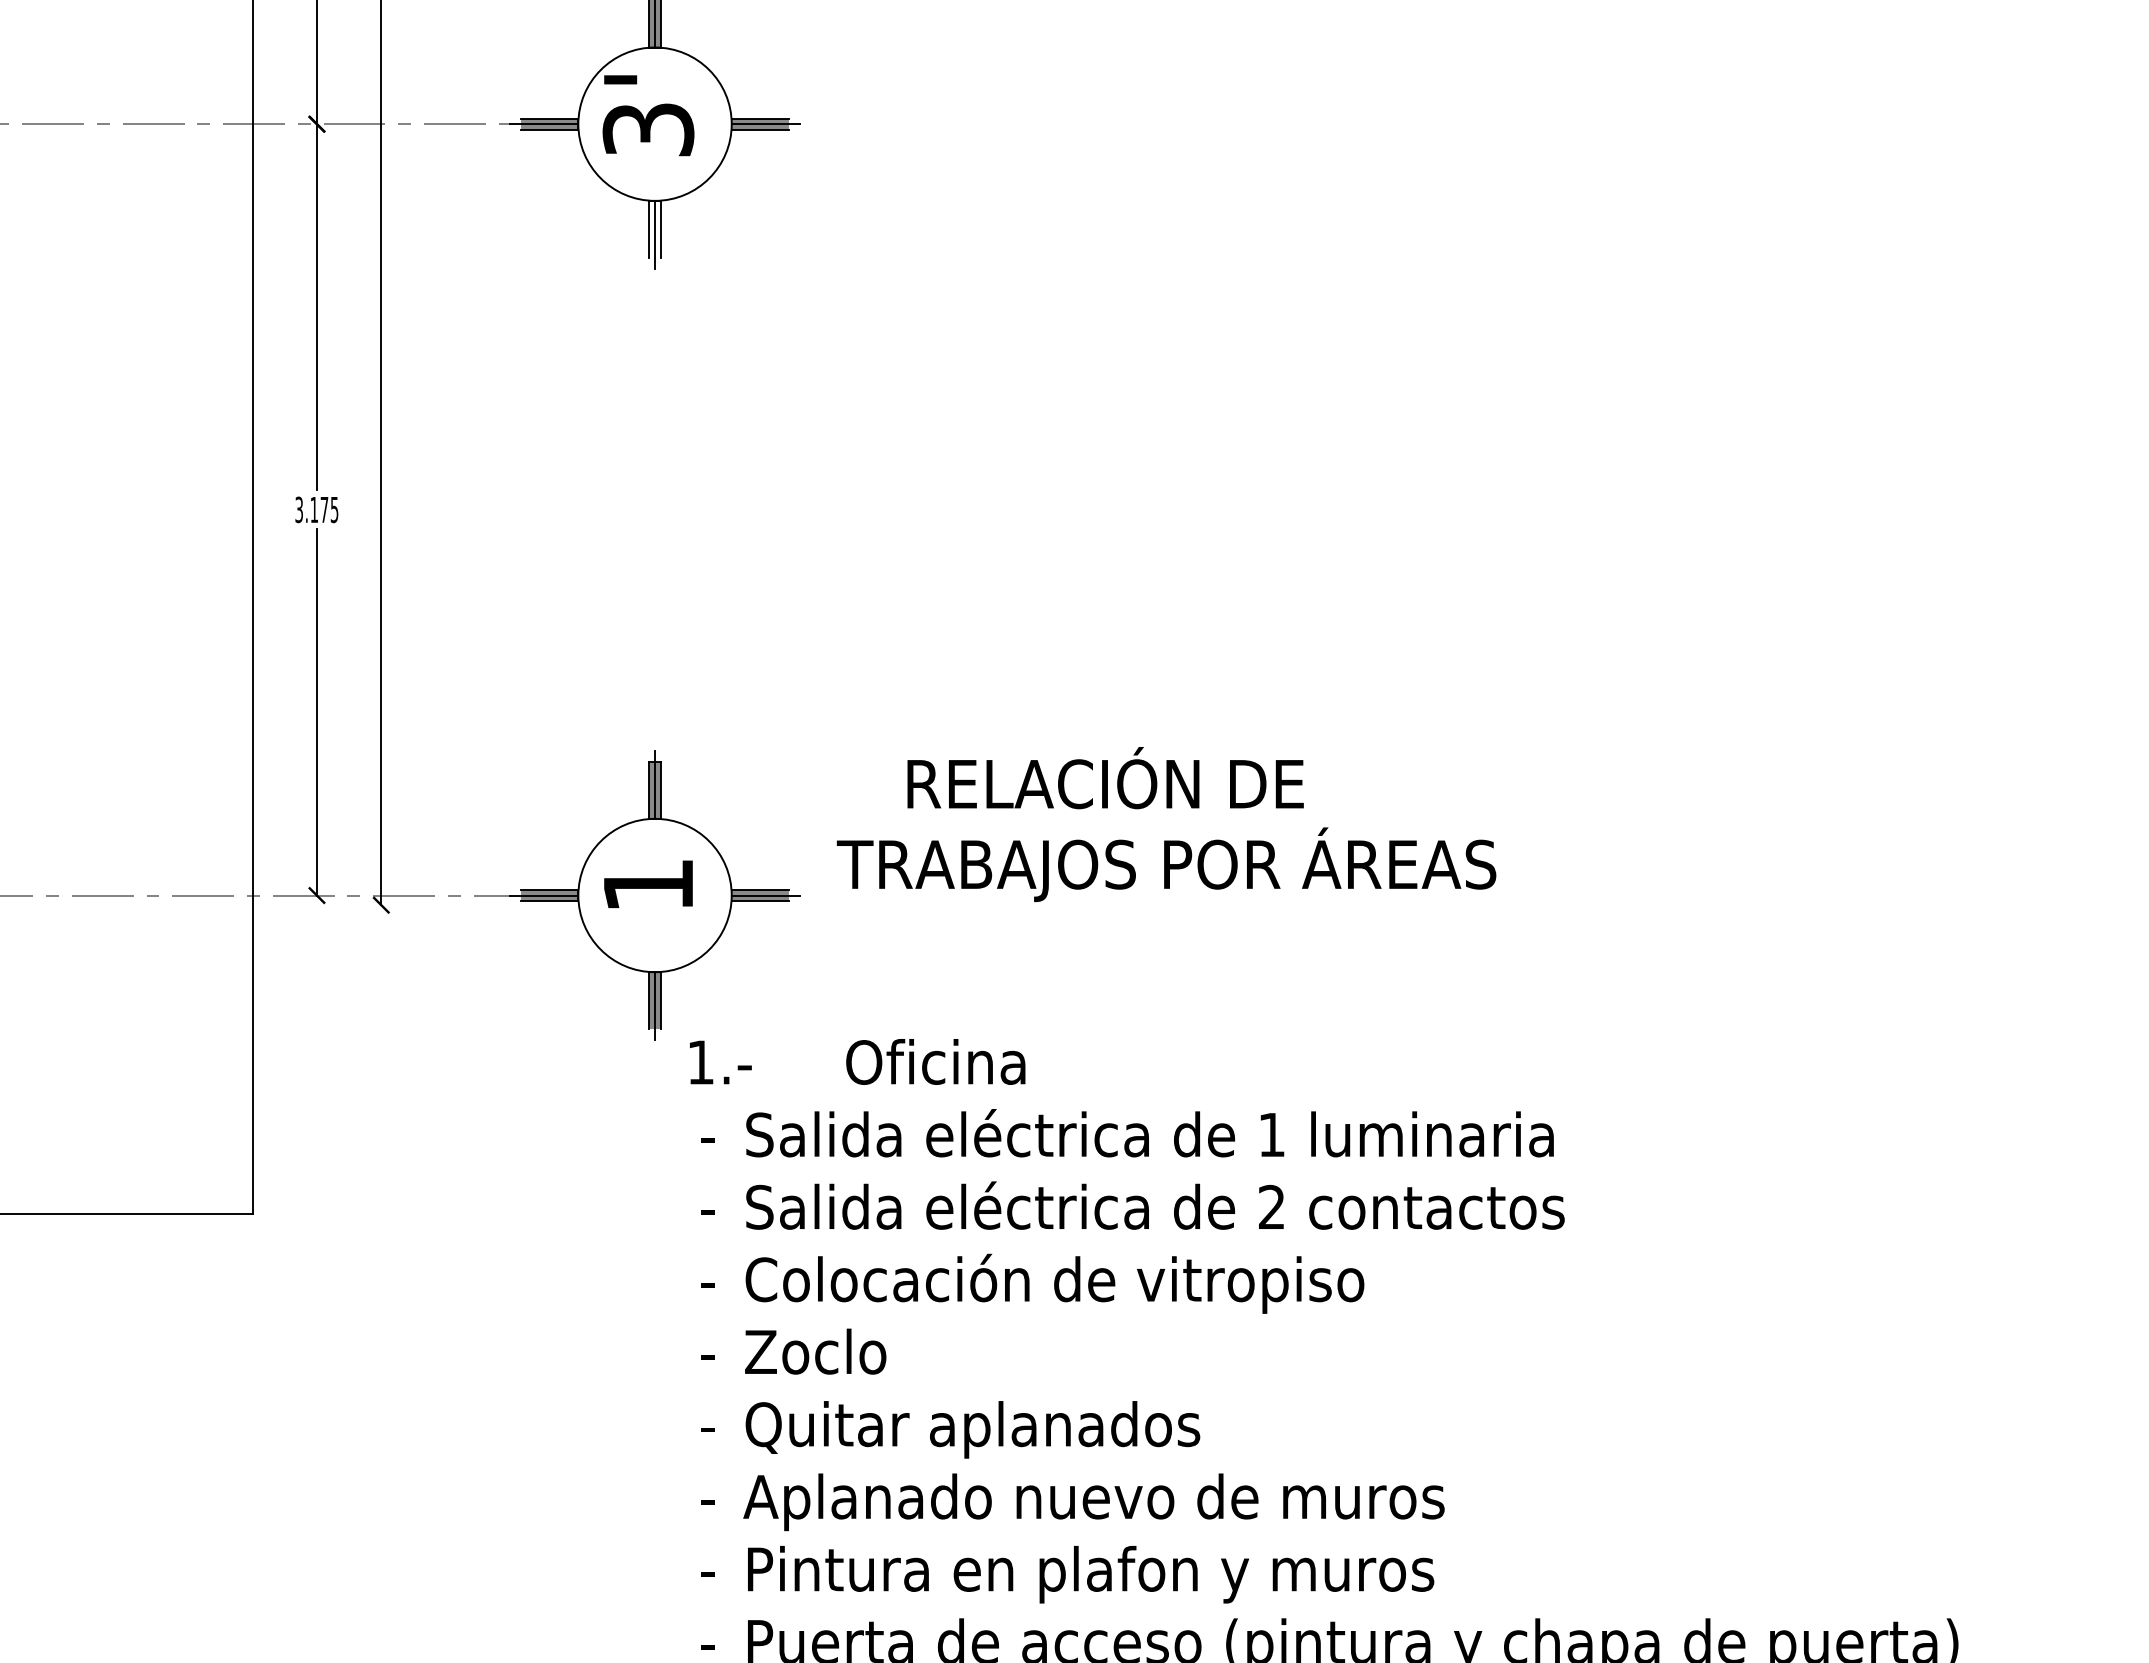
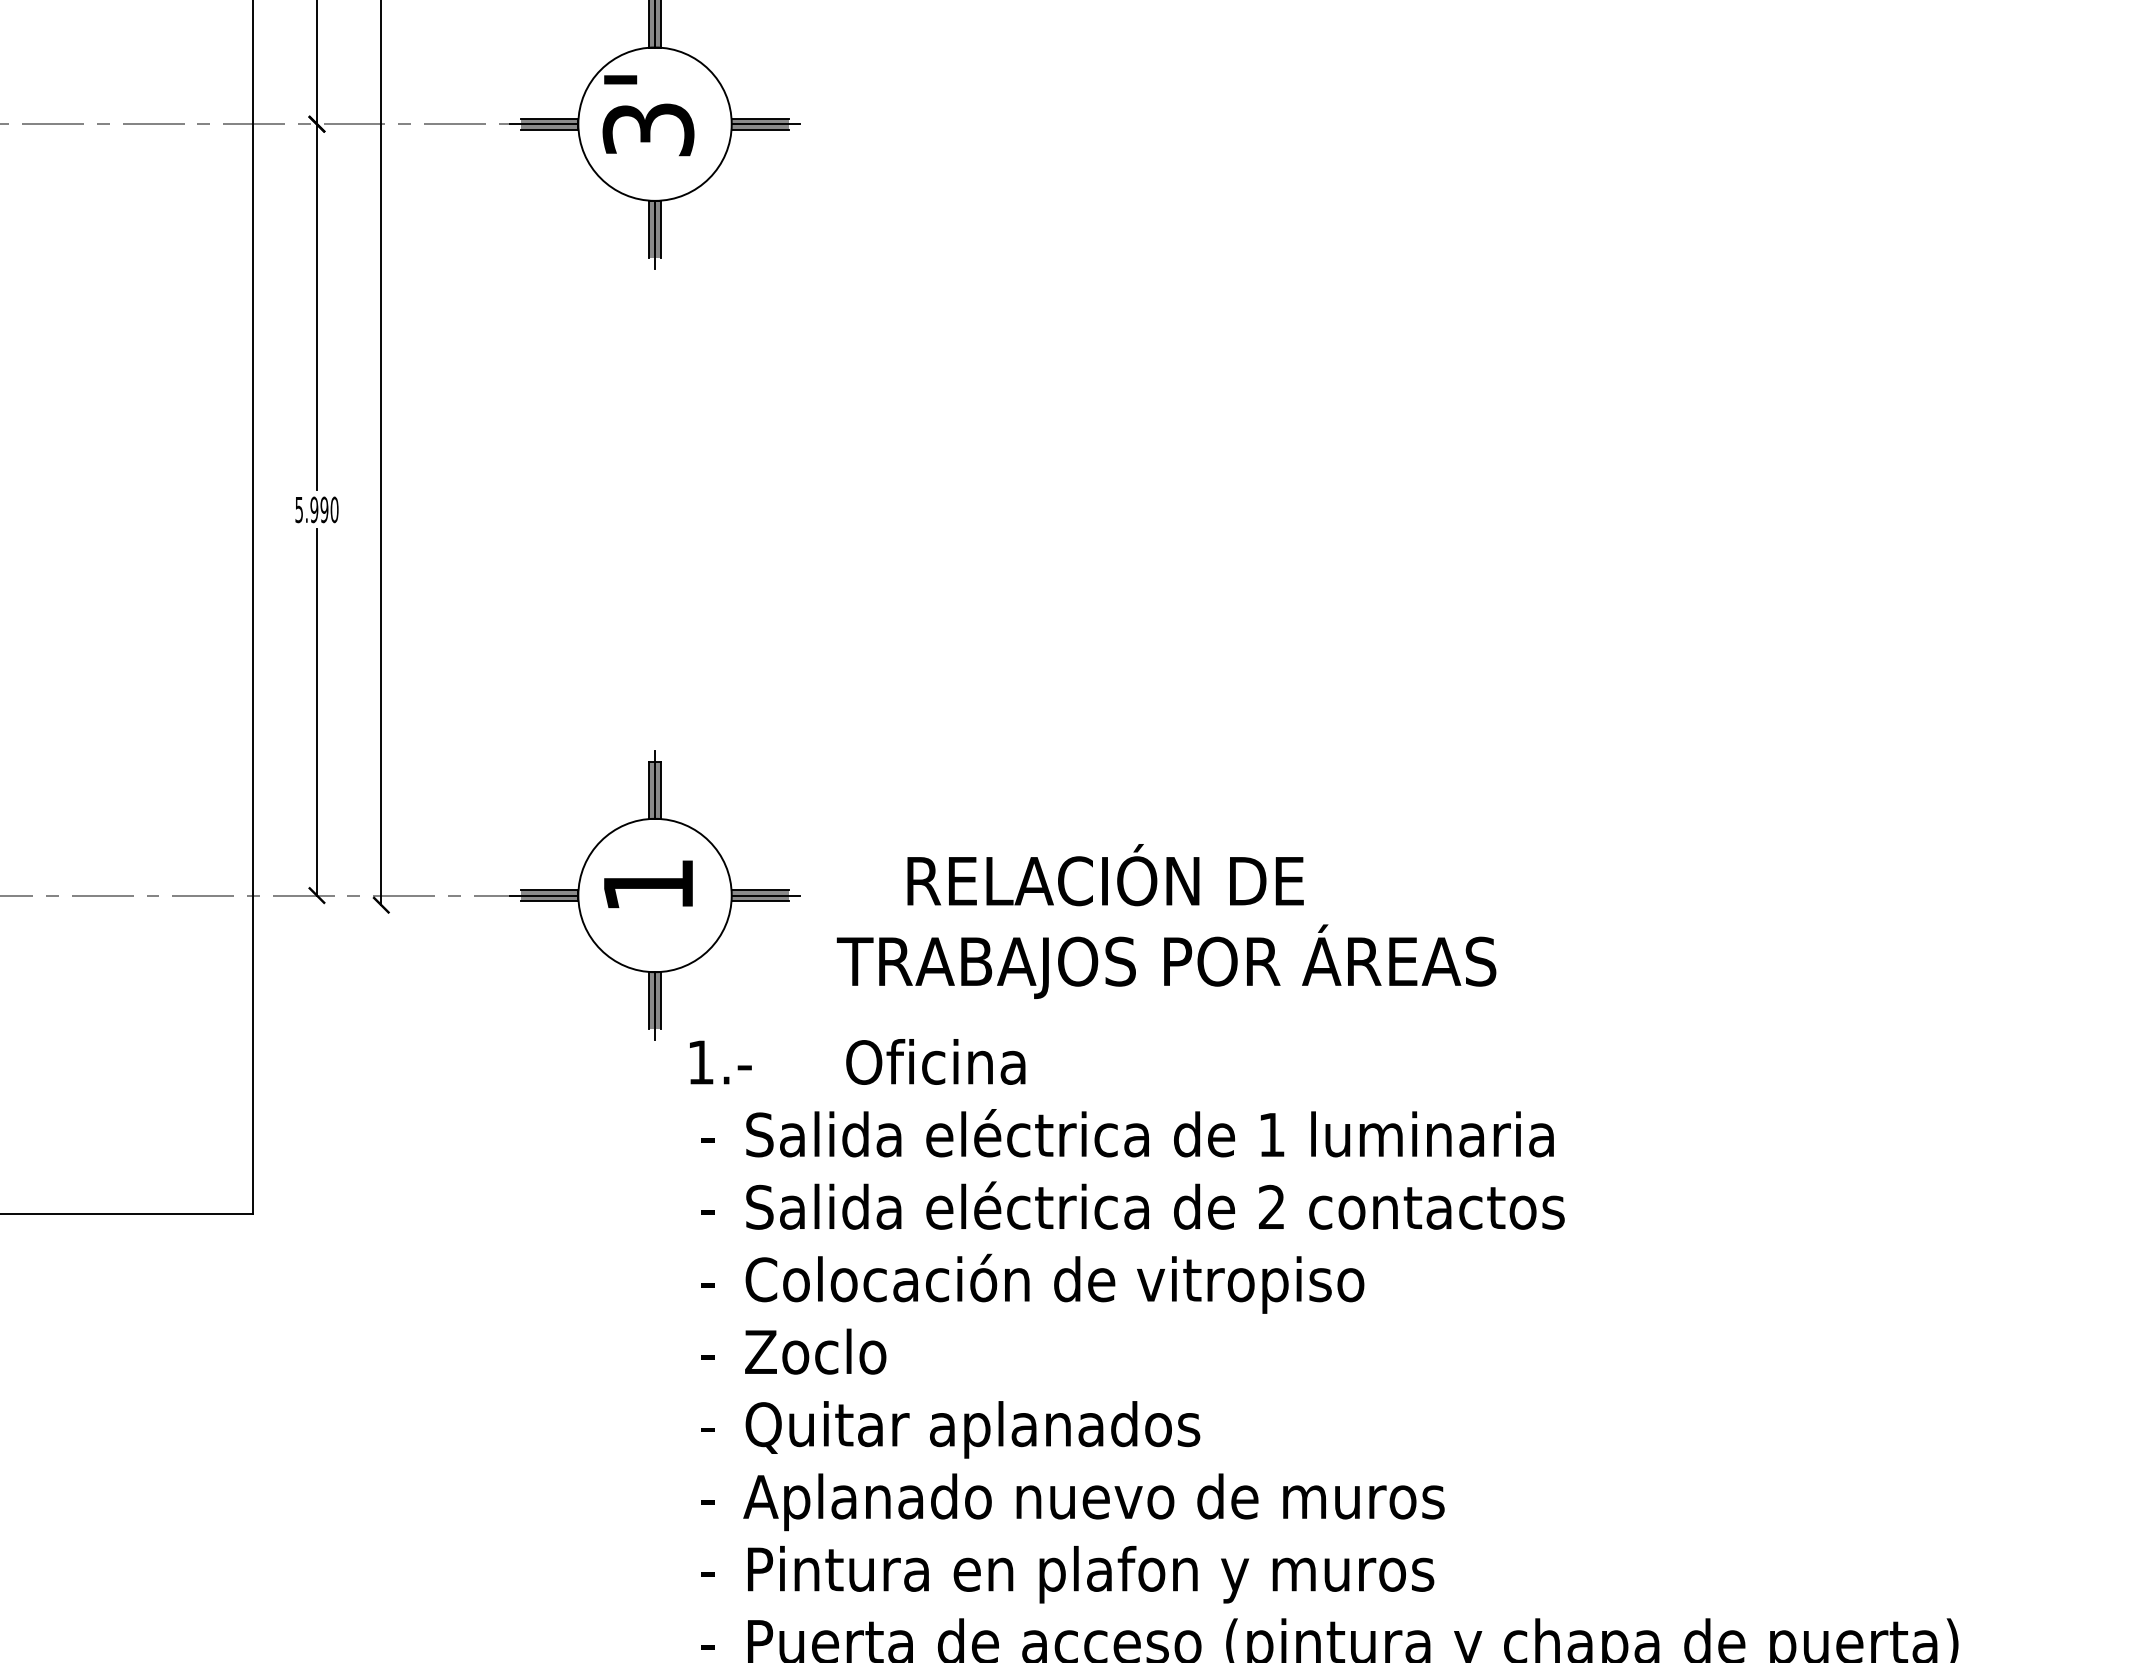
fill at (654, 228): none -> present
text at (316, 509): 3.175 -> 5.990
text at (1166, 824) position: (1166, 824) -> (1166, 921)
